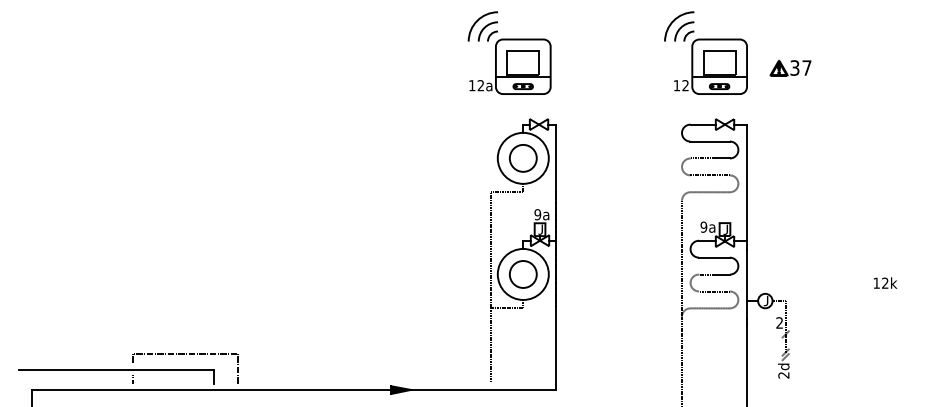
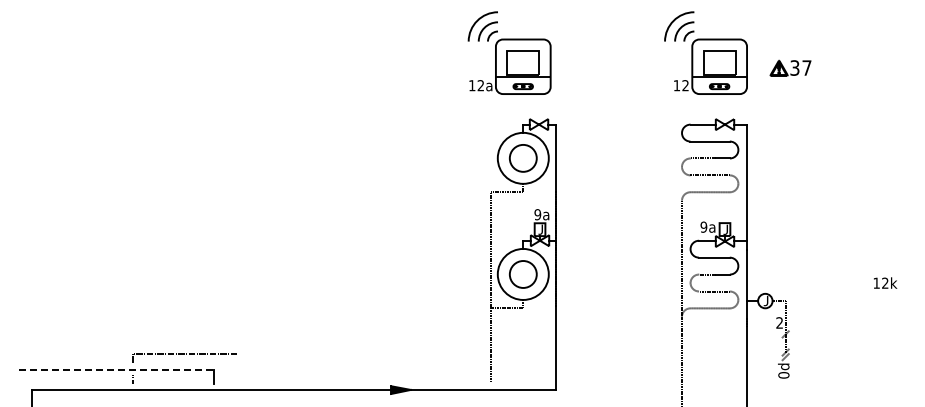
line at (237, 368): present -> none
line at (116, 369): solid -> dashed
text at (783, 375): 2d -> 0d
